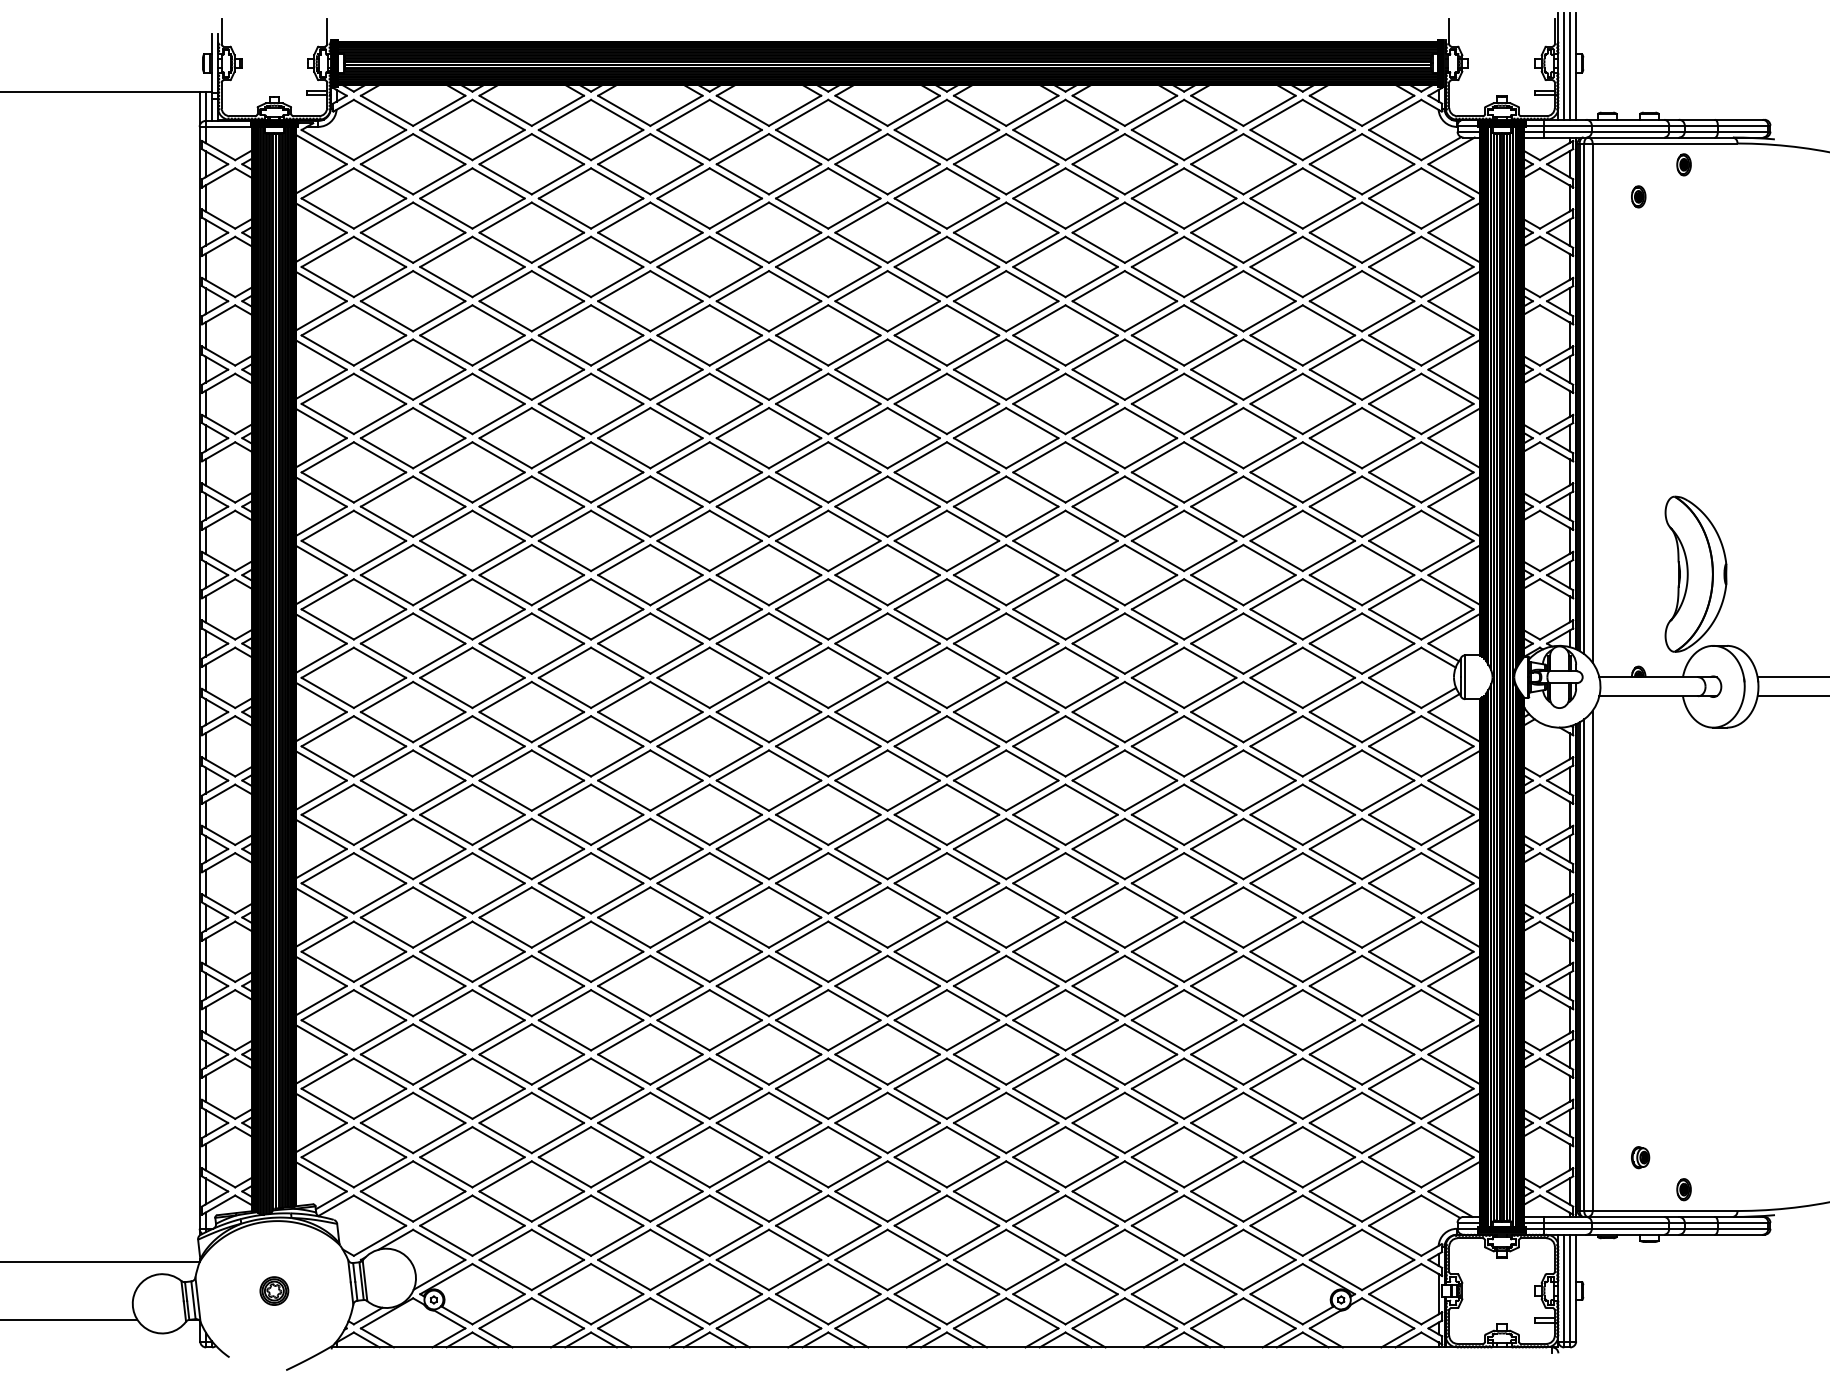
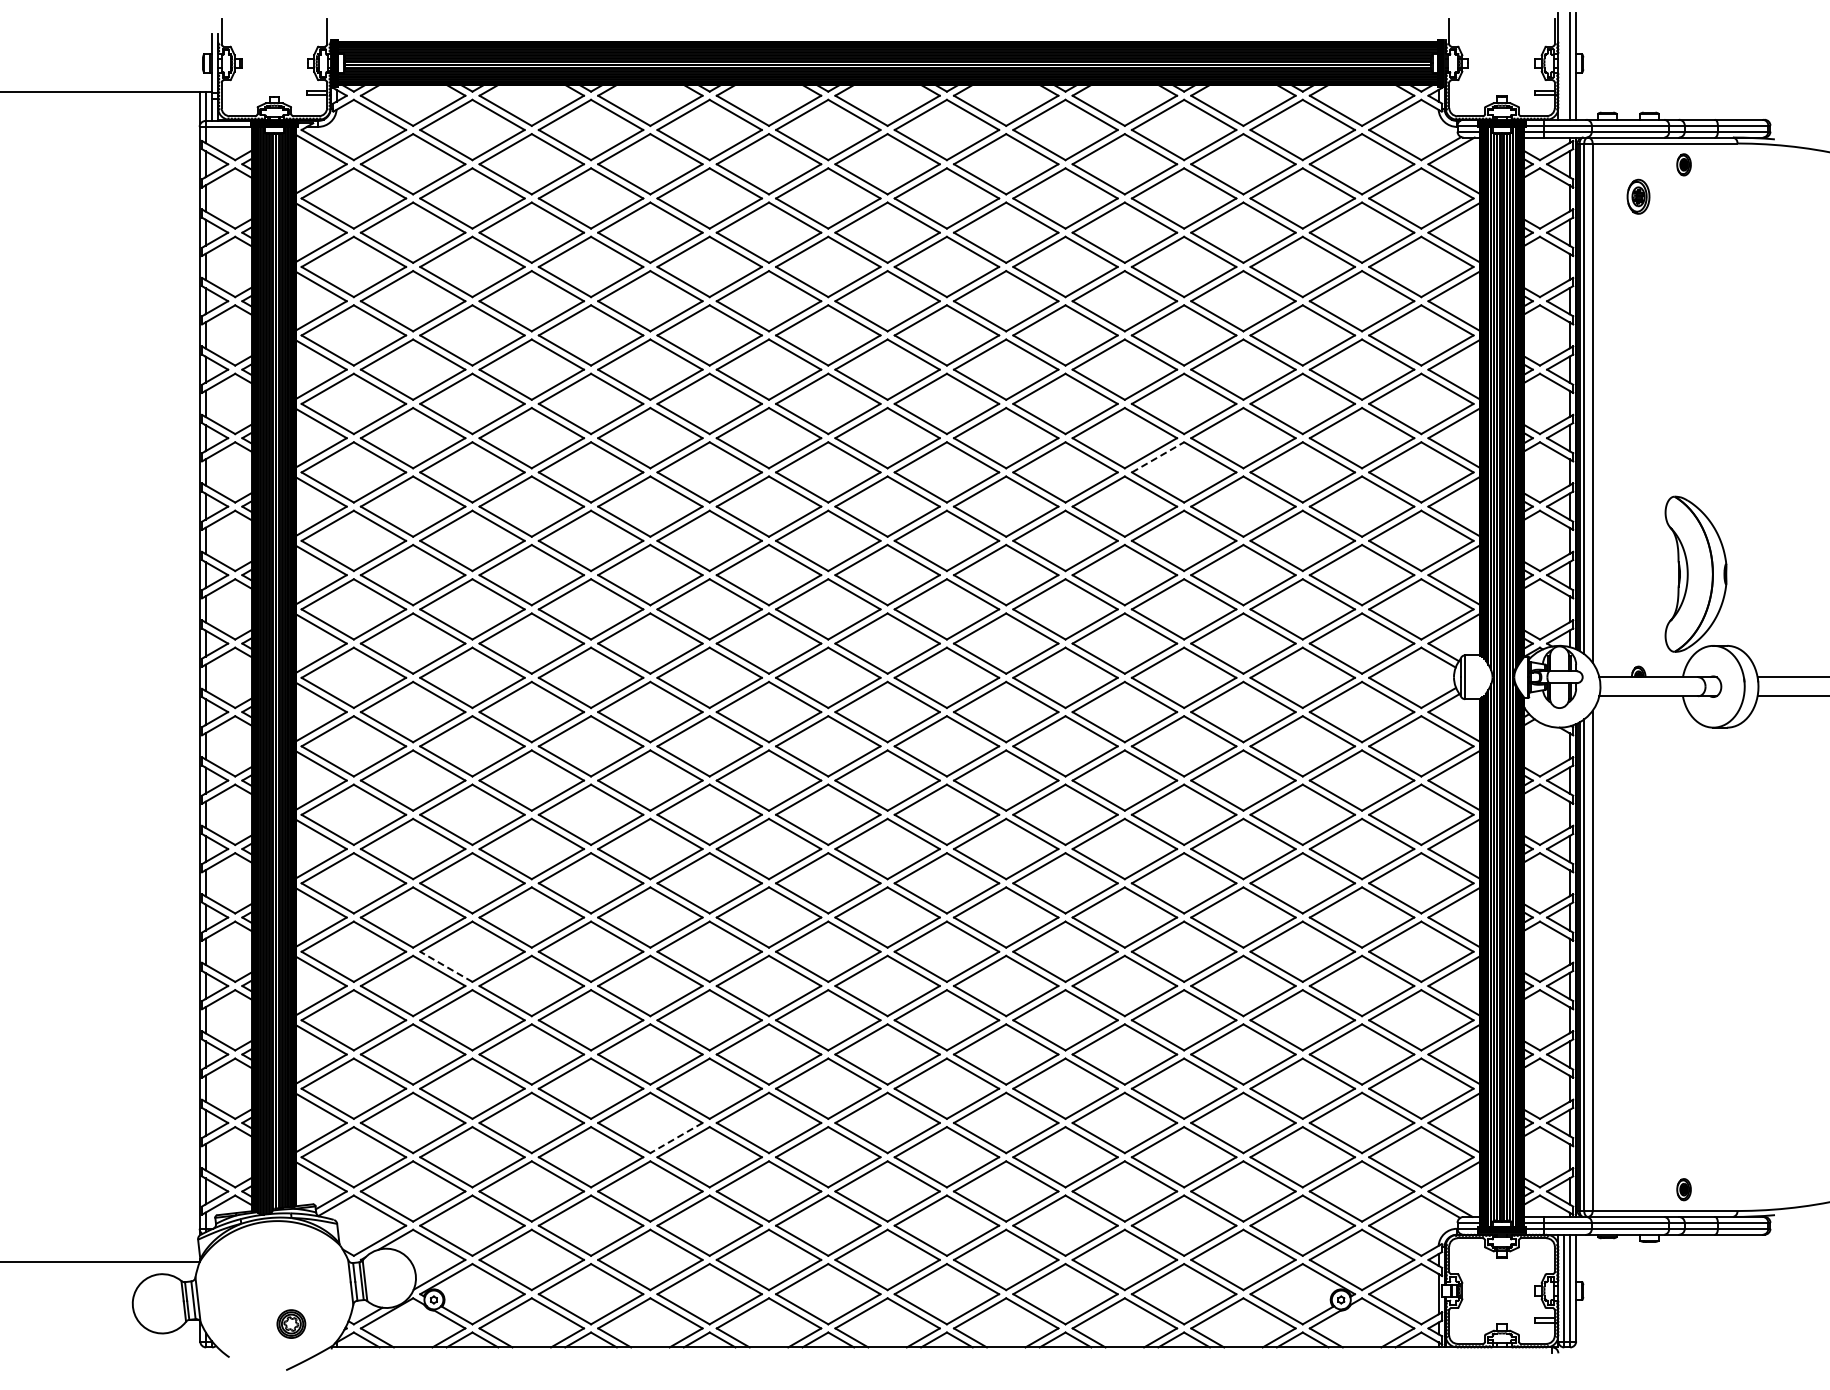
line at (1564, 66): present -> none
part at (1638, 196) size: 16x24 px -> 25x37 px
line at (1158, 457): solid -> dashed
line at (445, 966): solid -> dashed
line at (676, 1138): solid -> dashed
part at (1640, 1157): present -> none
part at (274, 1290) position: (274, 1290) -> (291, 1323)
line at (69, 1319): present -> none
